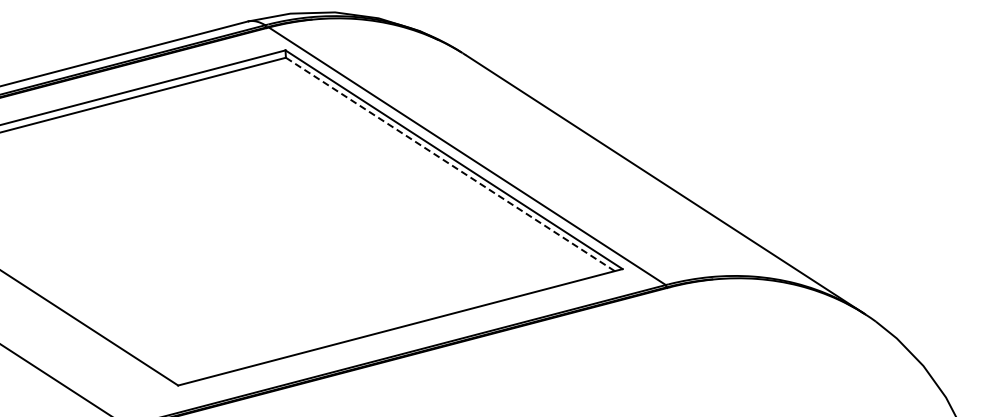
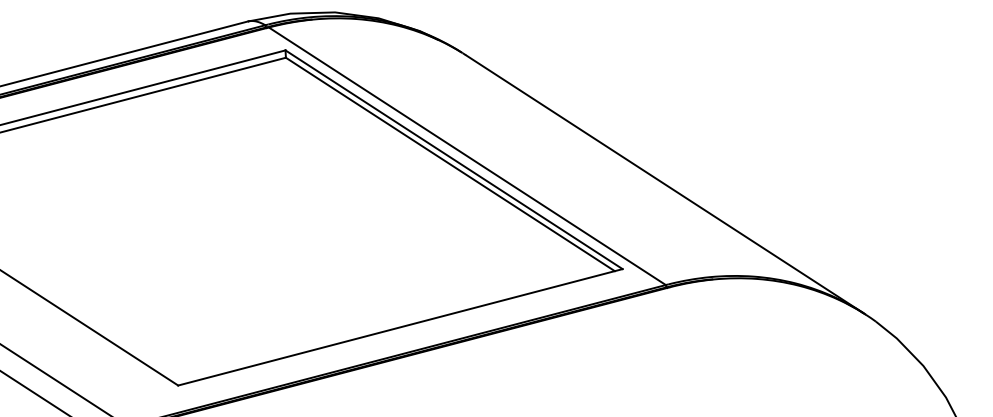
line at (449, 164): dashed -> solid
line at (34, 392): none -> present
